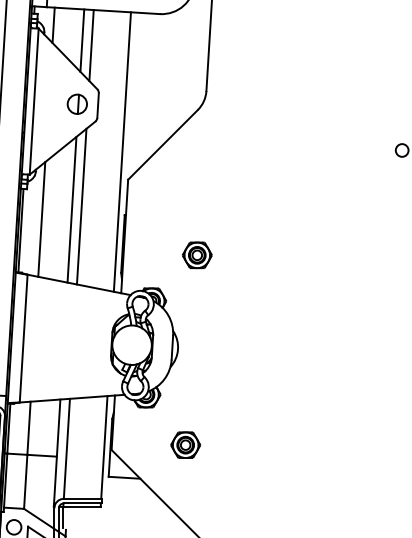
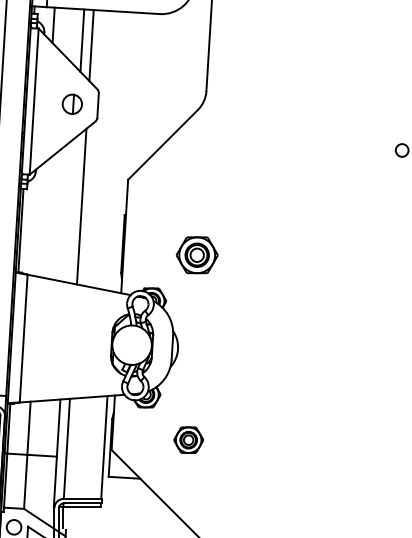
part at (76, 103) position: (76, 103) -> (71, 103)
line at (121, 151): present -> none
line at (71, 209): present -> none
line at (41, 219): present -> none
part at (197, 255) size: 31x29 px -> 43x39 px
part at (185, 444) position: (185, 444) -> (188, 439)
